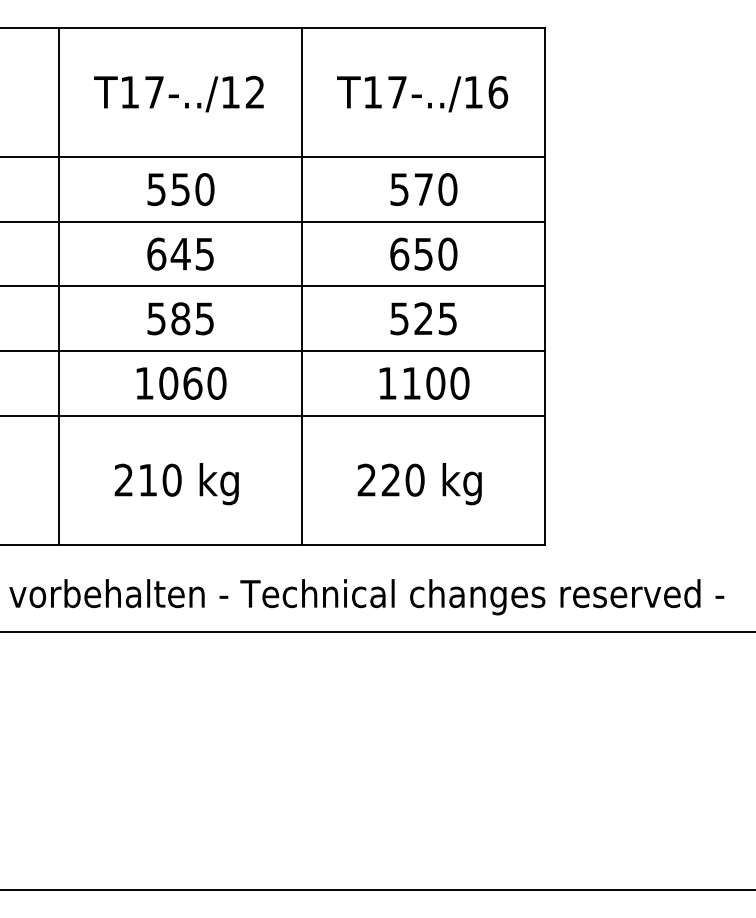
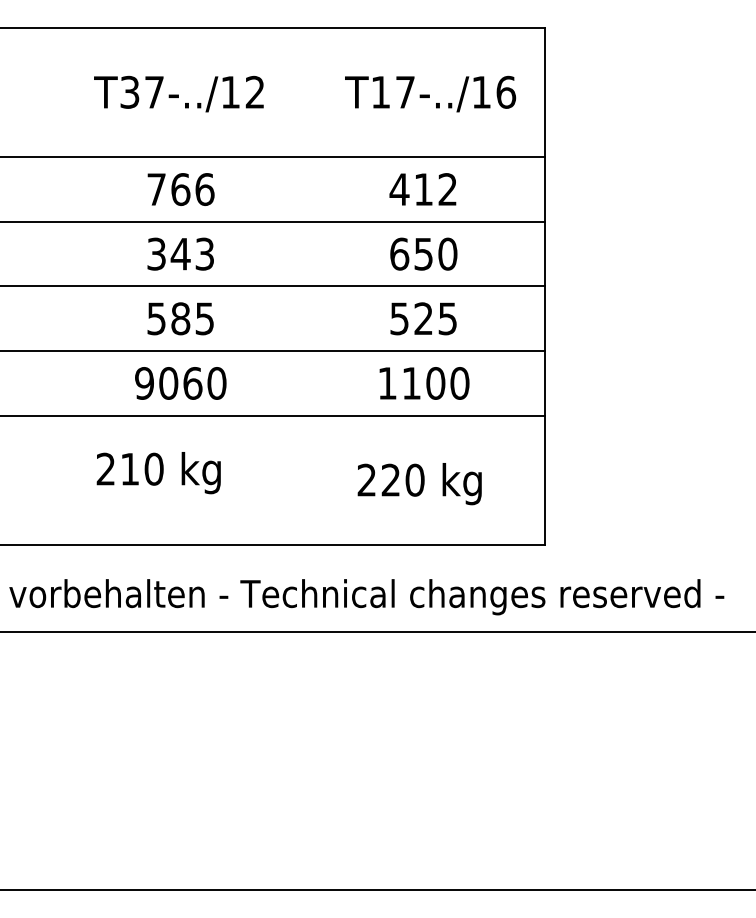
text at (129, 91): T17-../12 -> T37-../12
text at (422, 93) position: (422, 93) -> (430, 93)
text at (180, 189): 550 -> 766
text at (423, 189): 570 -> 412
text at (180, 253): 645 -> 343
line at (59, 286): present -> none
line at (302, 286): present -> none
text at (144, 383): 1060 -> 9060
text at (176, 484) position: (176, 484) -> (158, 473)
